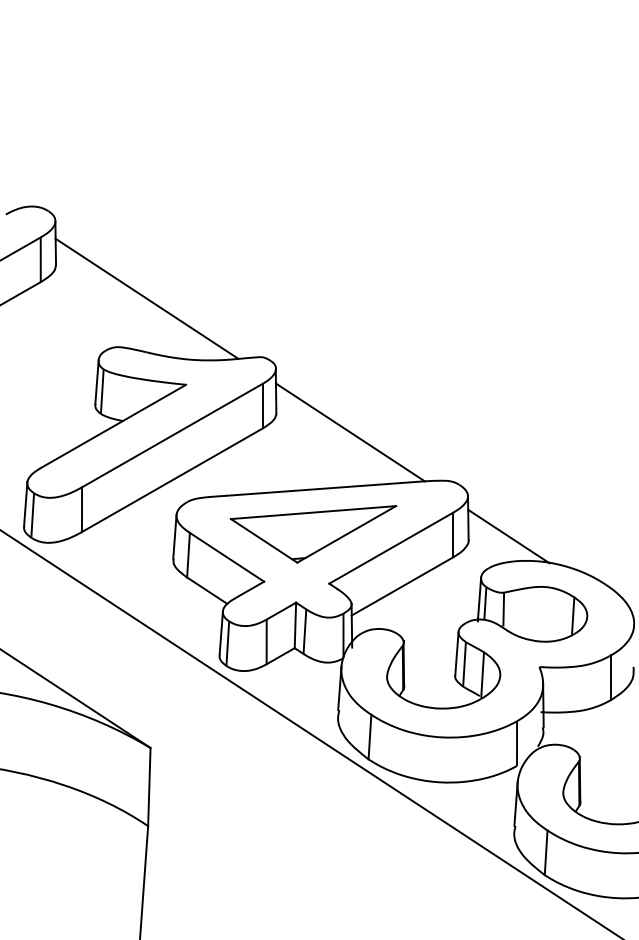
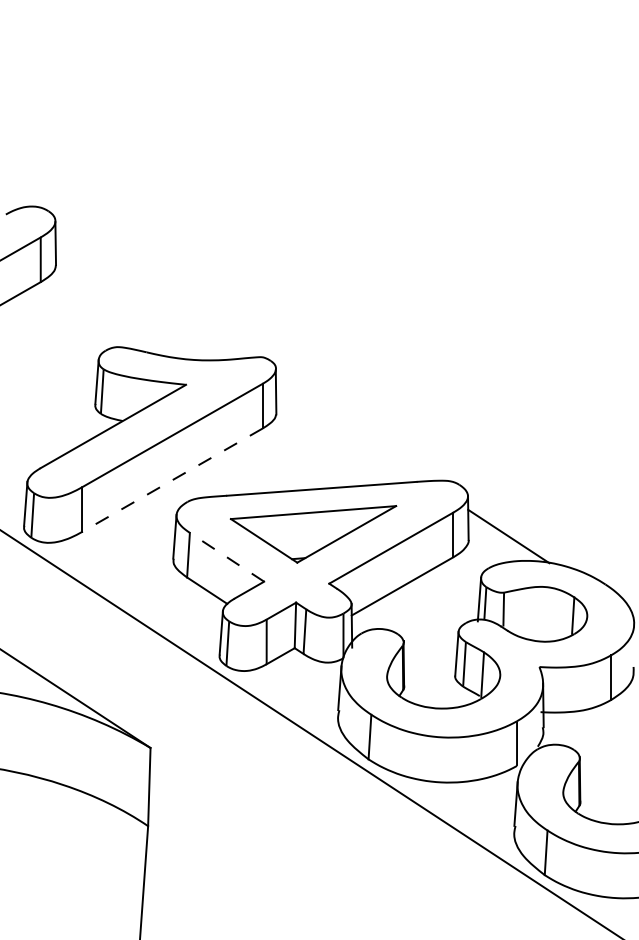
line at (146, 298): present -> none
line at (350, 432): present -> none
line at (171, 480): solid -> dashed
line at (226, 557): solid -> dashed
